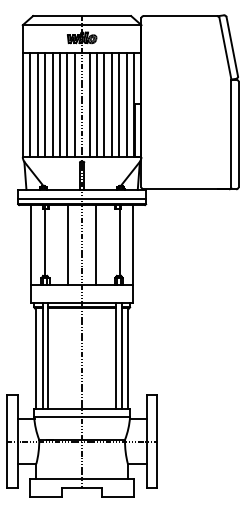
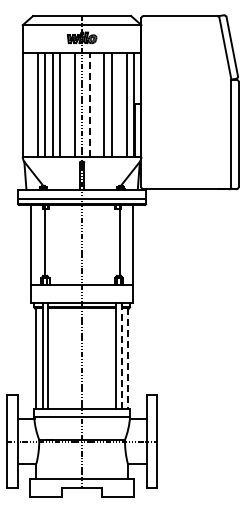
line at (30, 104): present -> none
line at (67, 104): present -> none
line at (89, 104): solid -> dashed
line at (96, 104): present -> none
line at (119, 104): present -> none
line at (68, 245): present -> none
line at (95, 245): present -> none
line at (121, 356): solid -> dashed
line at (127, 359): solid -> dashed
